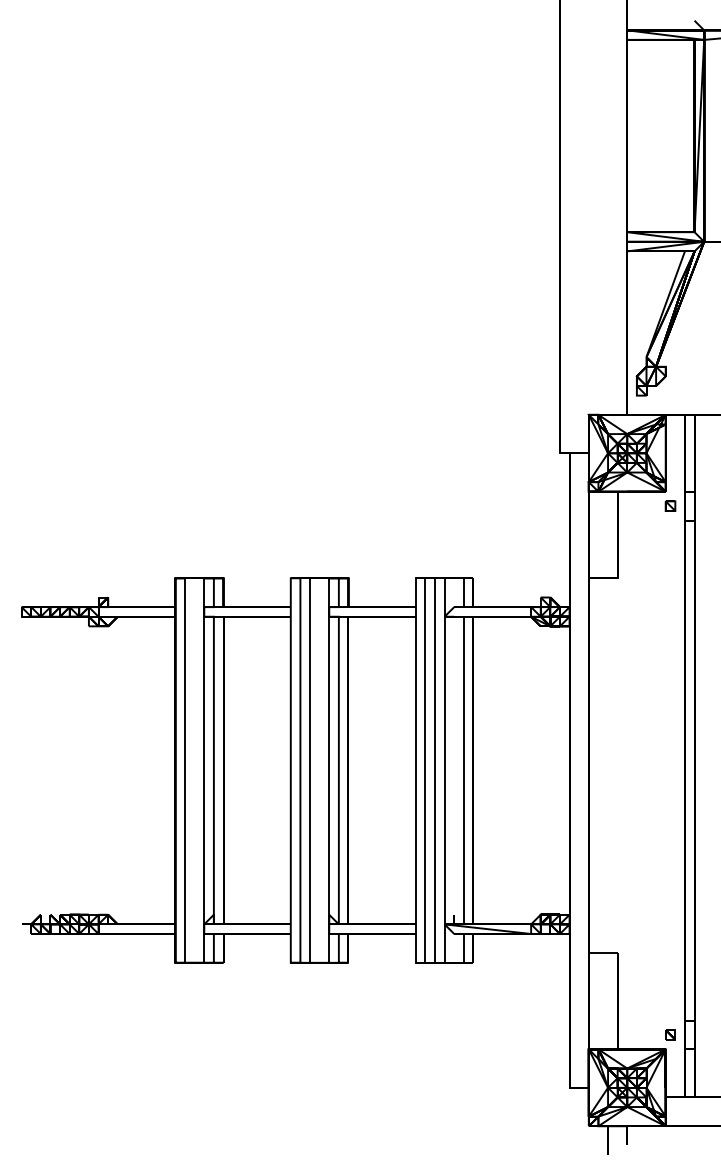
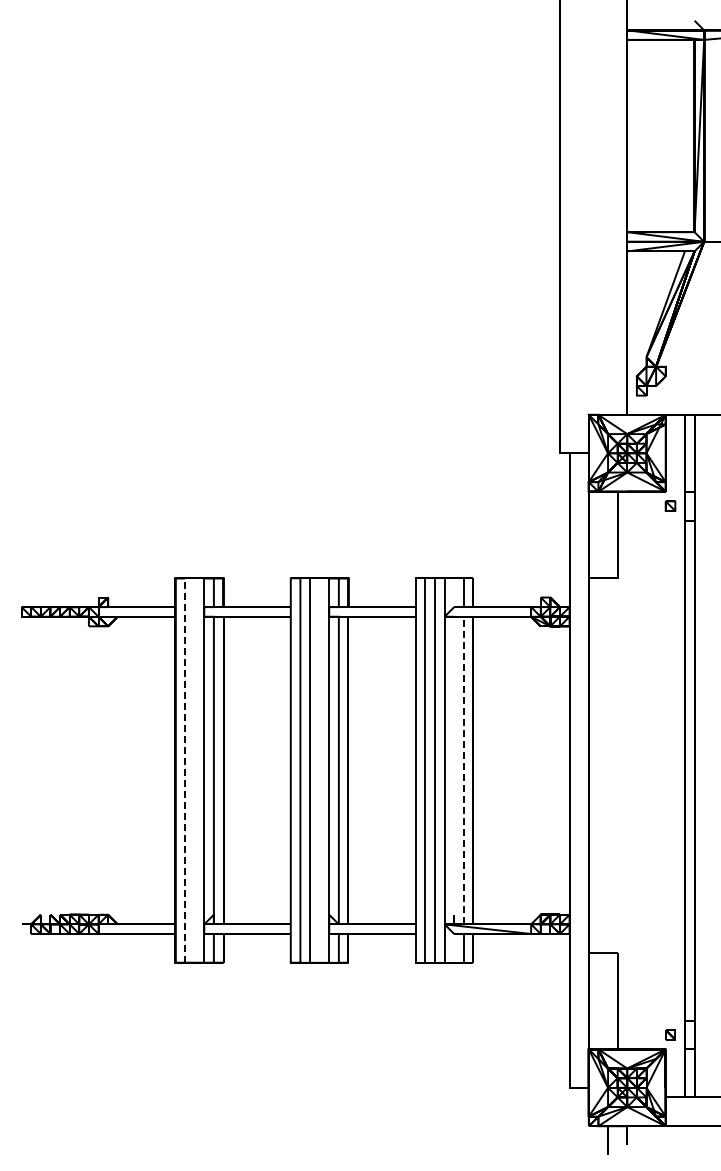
line at (185, 760): solid -> dashed
line at (463, 770): solid -> dashed
